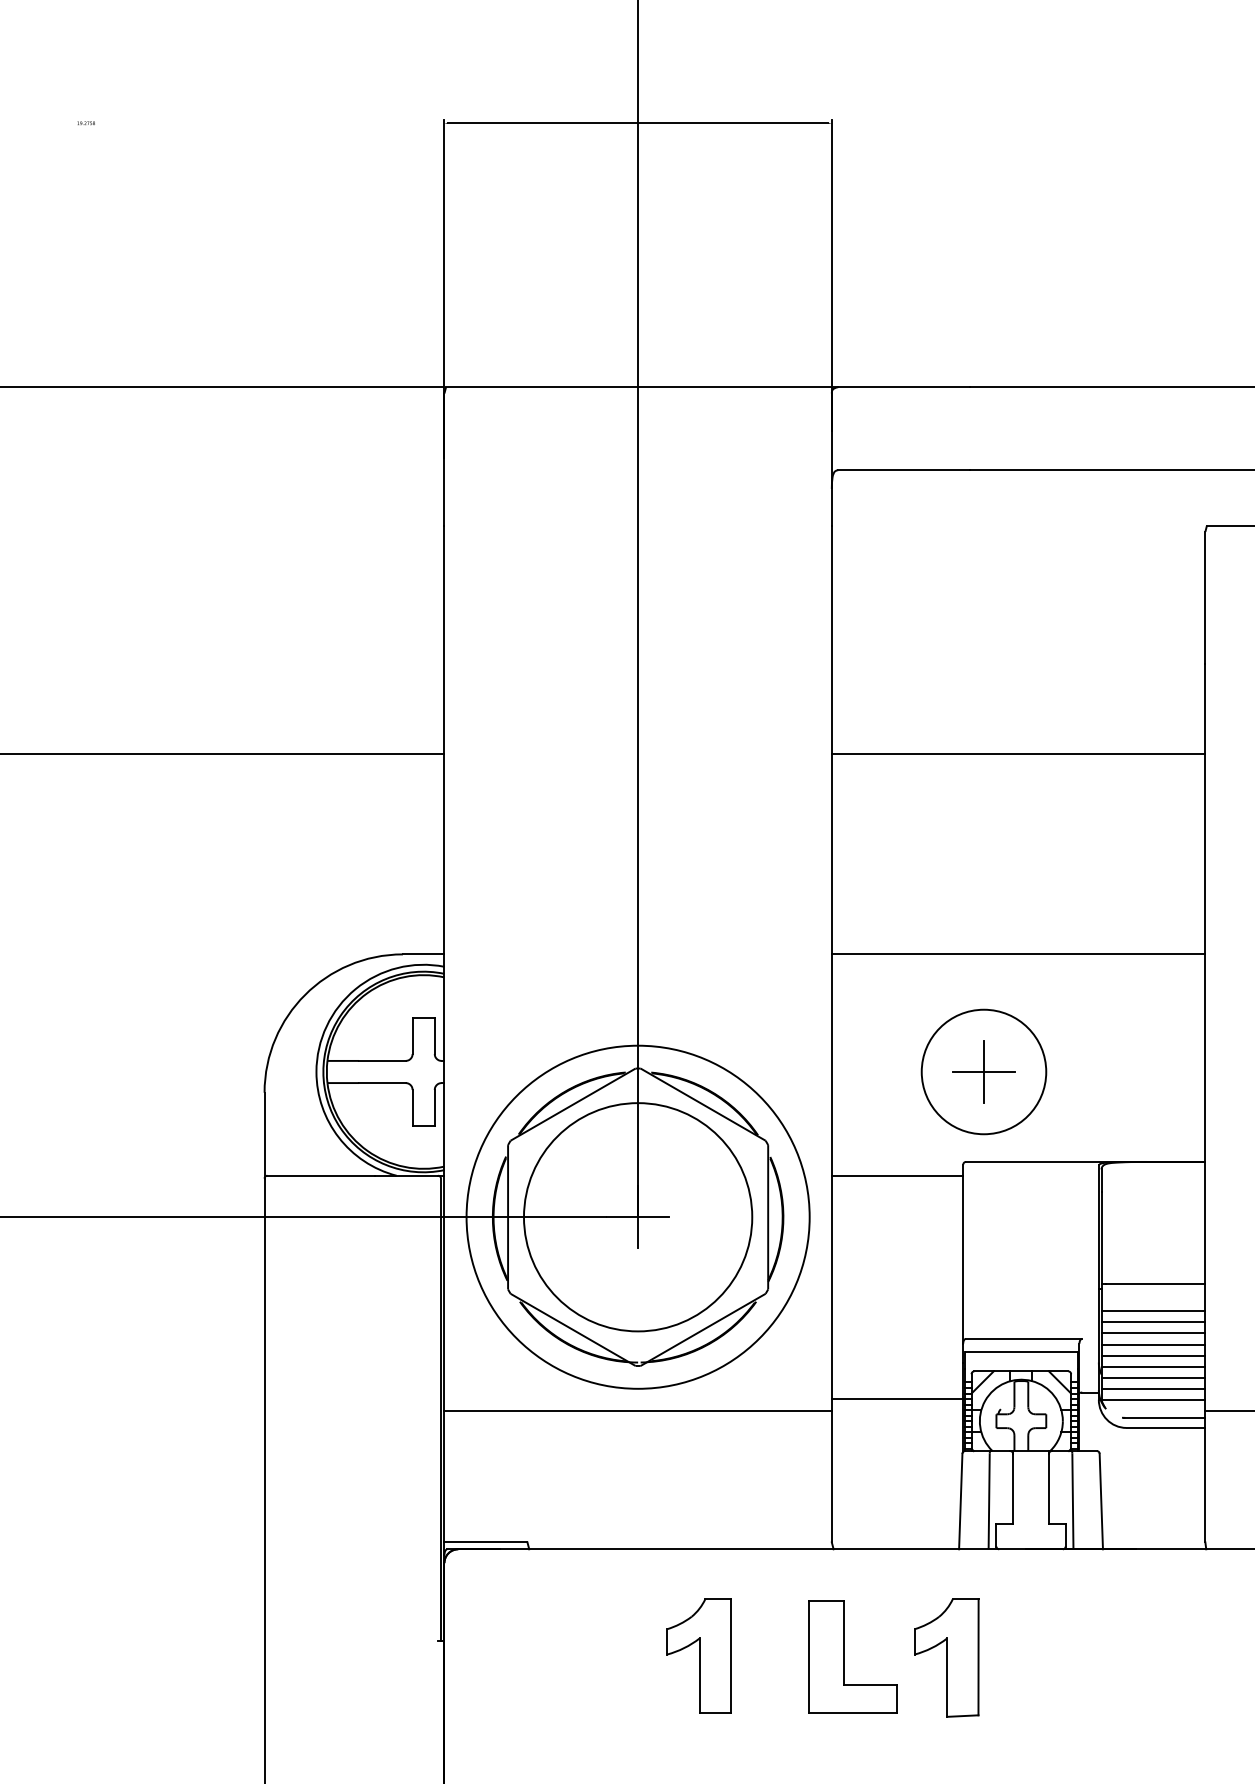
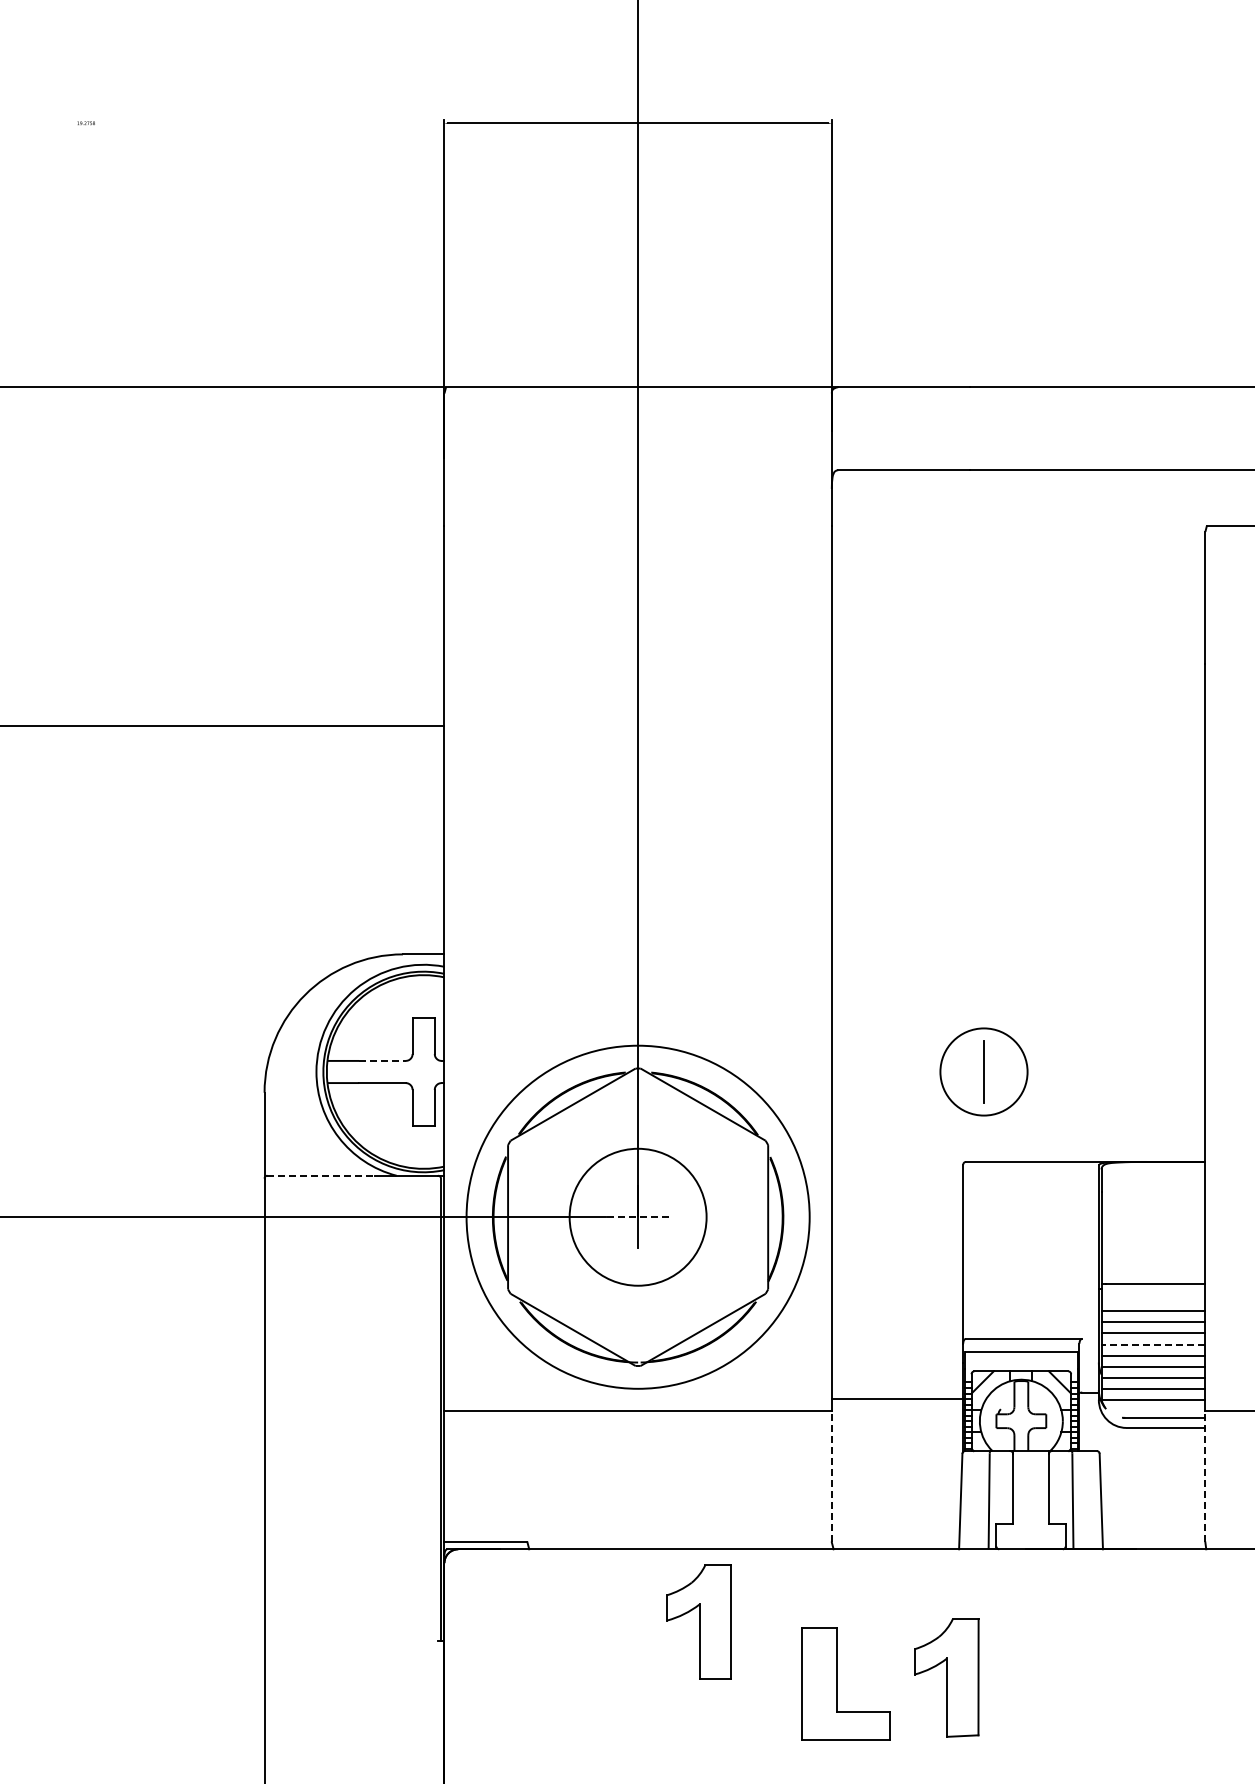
line at (223, 753) position: (223, 753) -> (223, 725)
line at (1018, 753): present -> none
line at (1018, 954): present -> none
line at (382, 1060): solid -> dashed
circle at (983, 1071) diameter: 125 px -> 87 px
line at (983, 1072): present -> none
line at (321, 1175): solid -> dashed
line at (897, 1175): present -> none
circle at (637, 1217) diameter: 228 px -> 137 px
line at (638, 1217): solid -> dashed
line at (1153, 1344): solid -> dashed
line at (831, 1476): solid -> dashed
line at (1205, 1476): solid -> dashed
part at (698, 1655) position: (698, 1655) -> (698, 1621)
part at (844, 1656) position: (844, 1656) -> (837, 1683)
part at (946, 1657) position: (946, 1657) -> (946, 1677)
